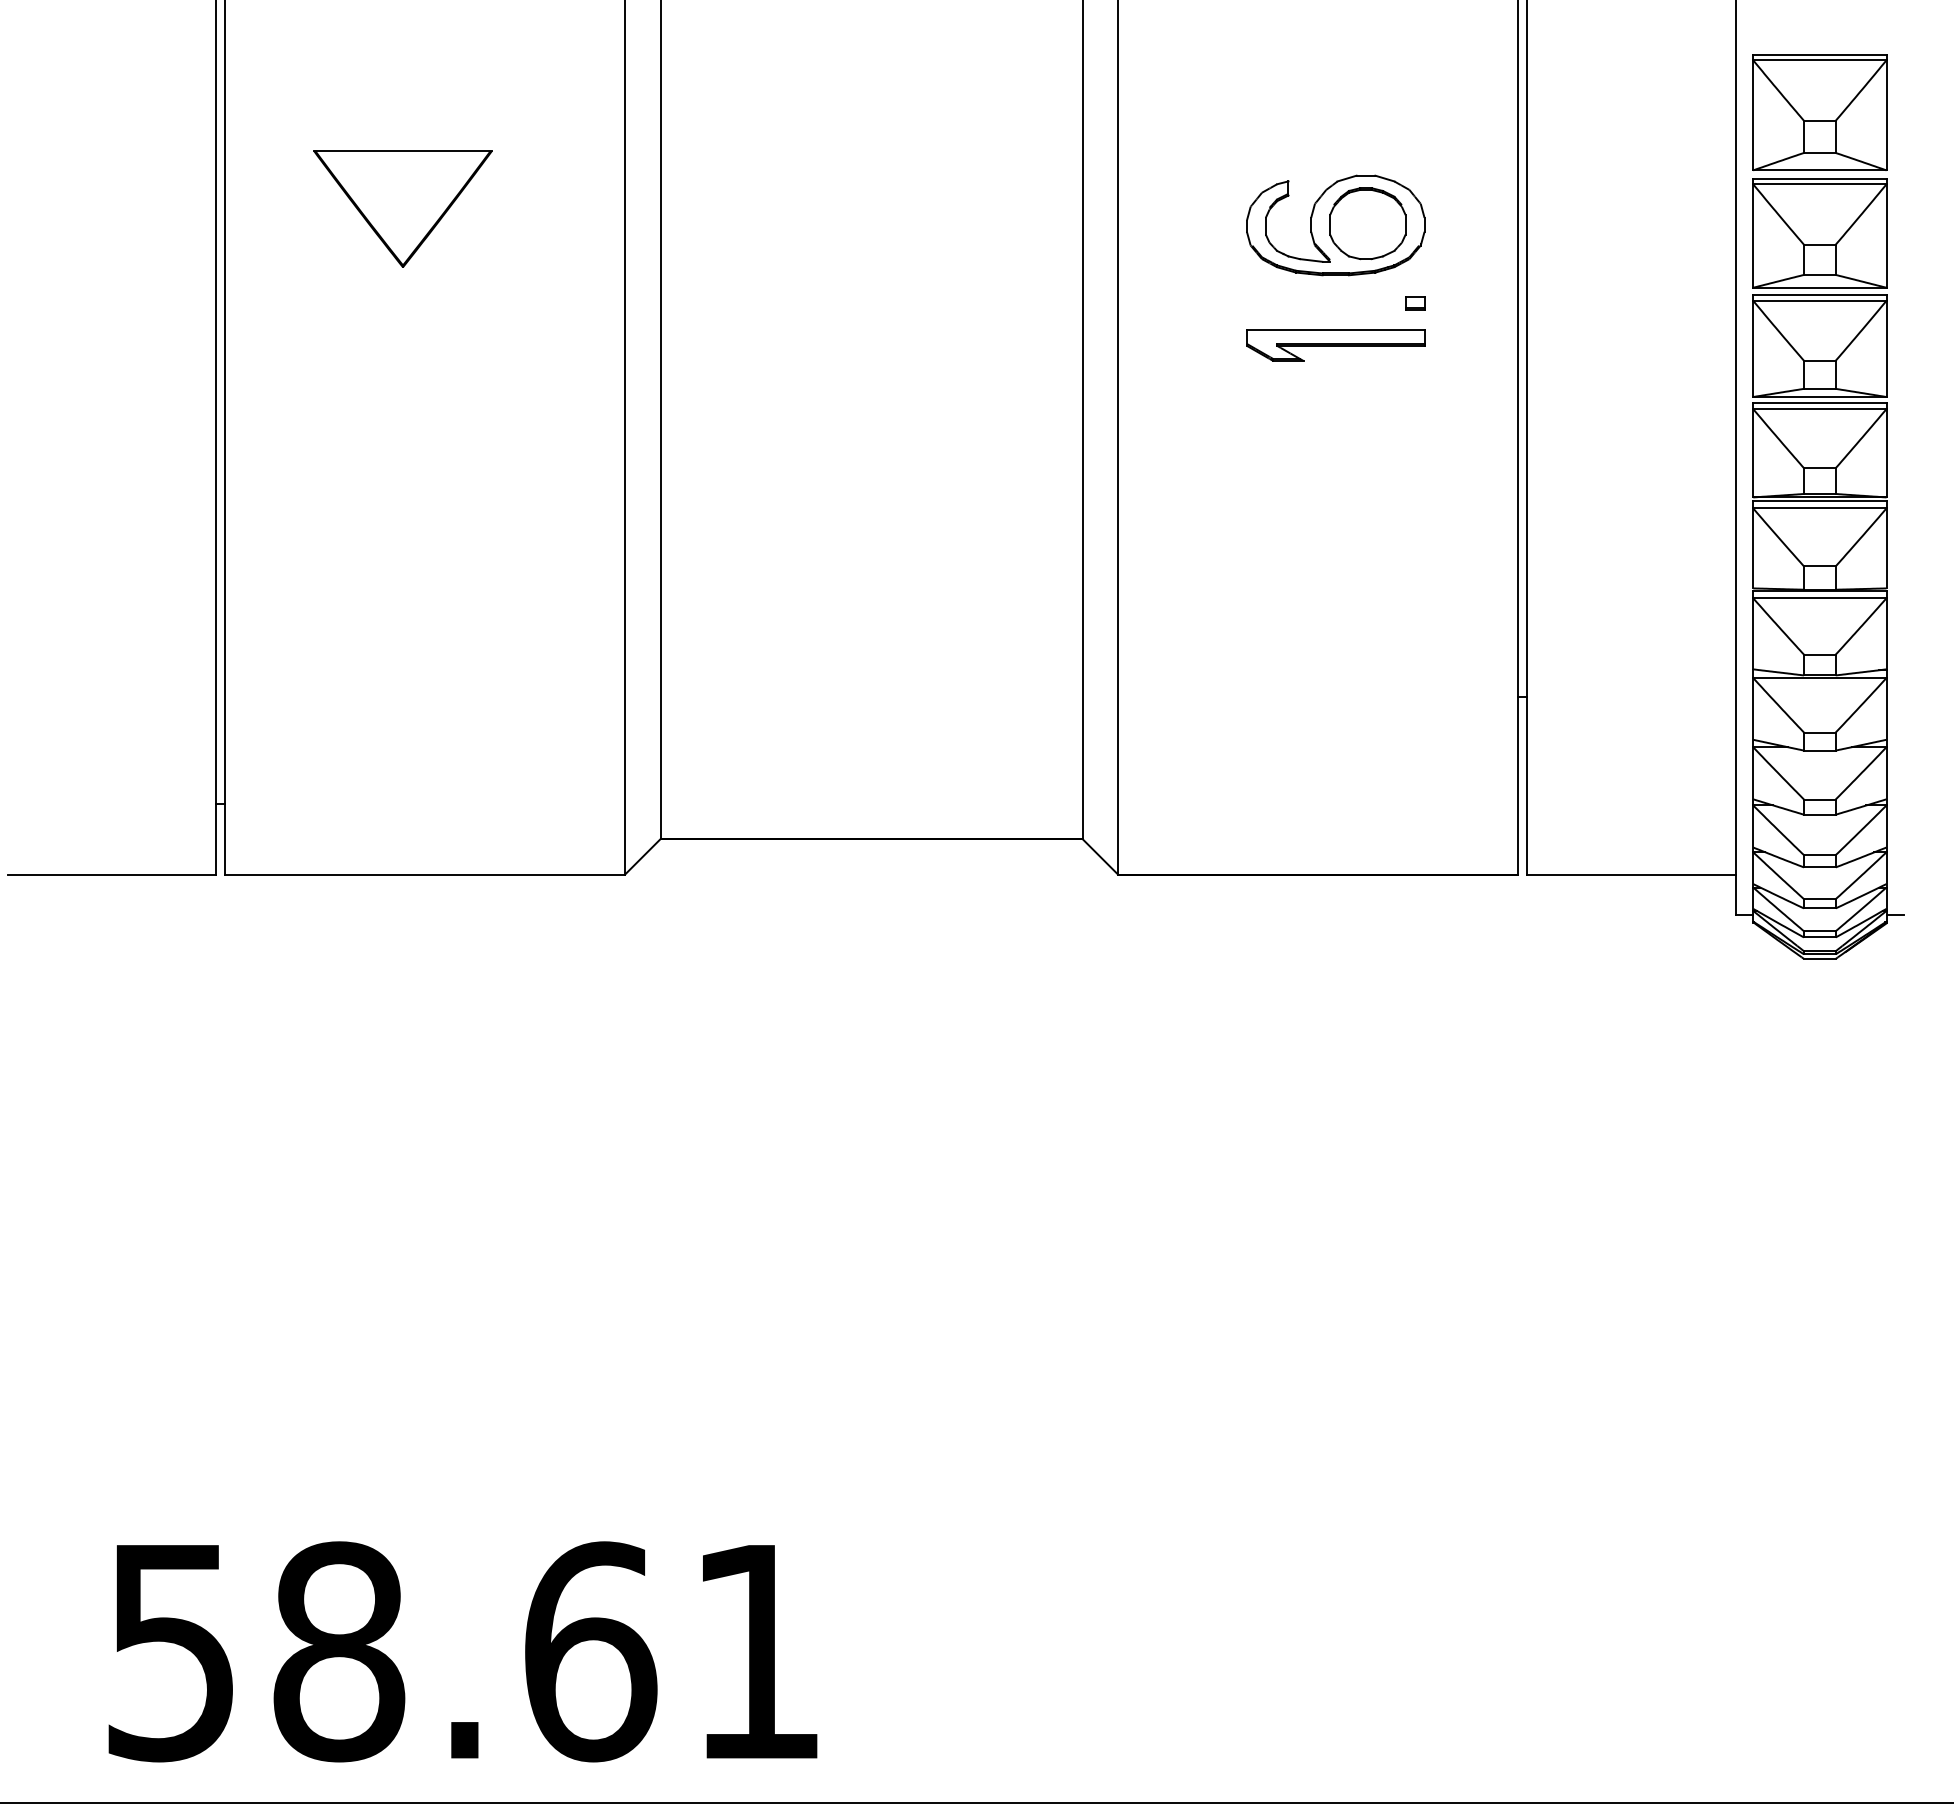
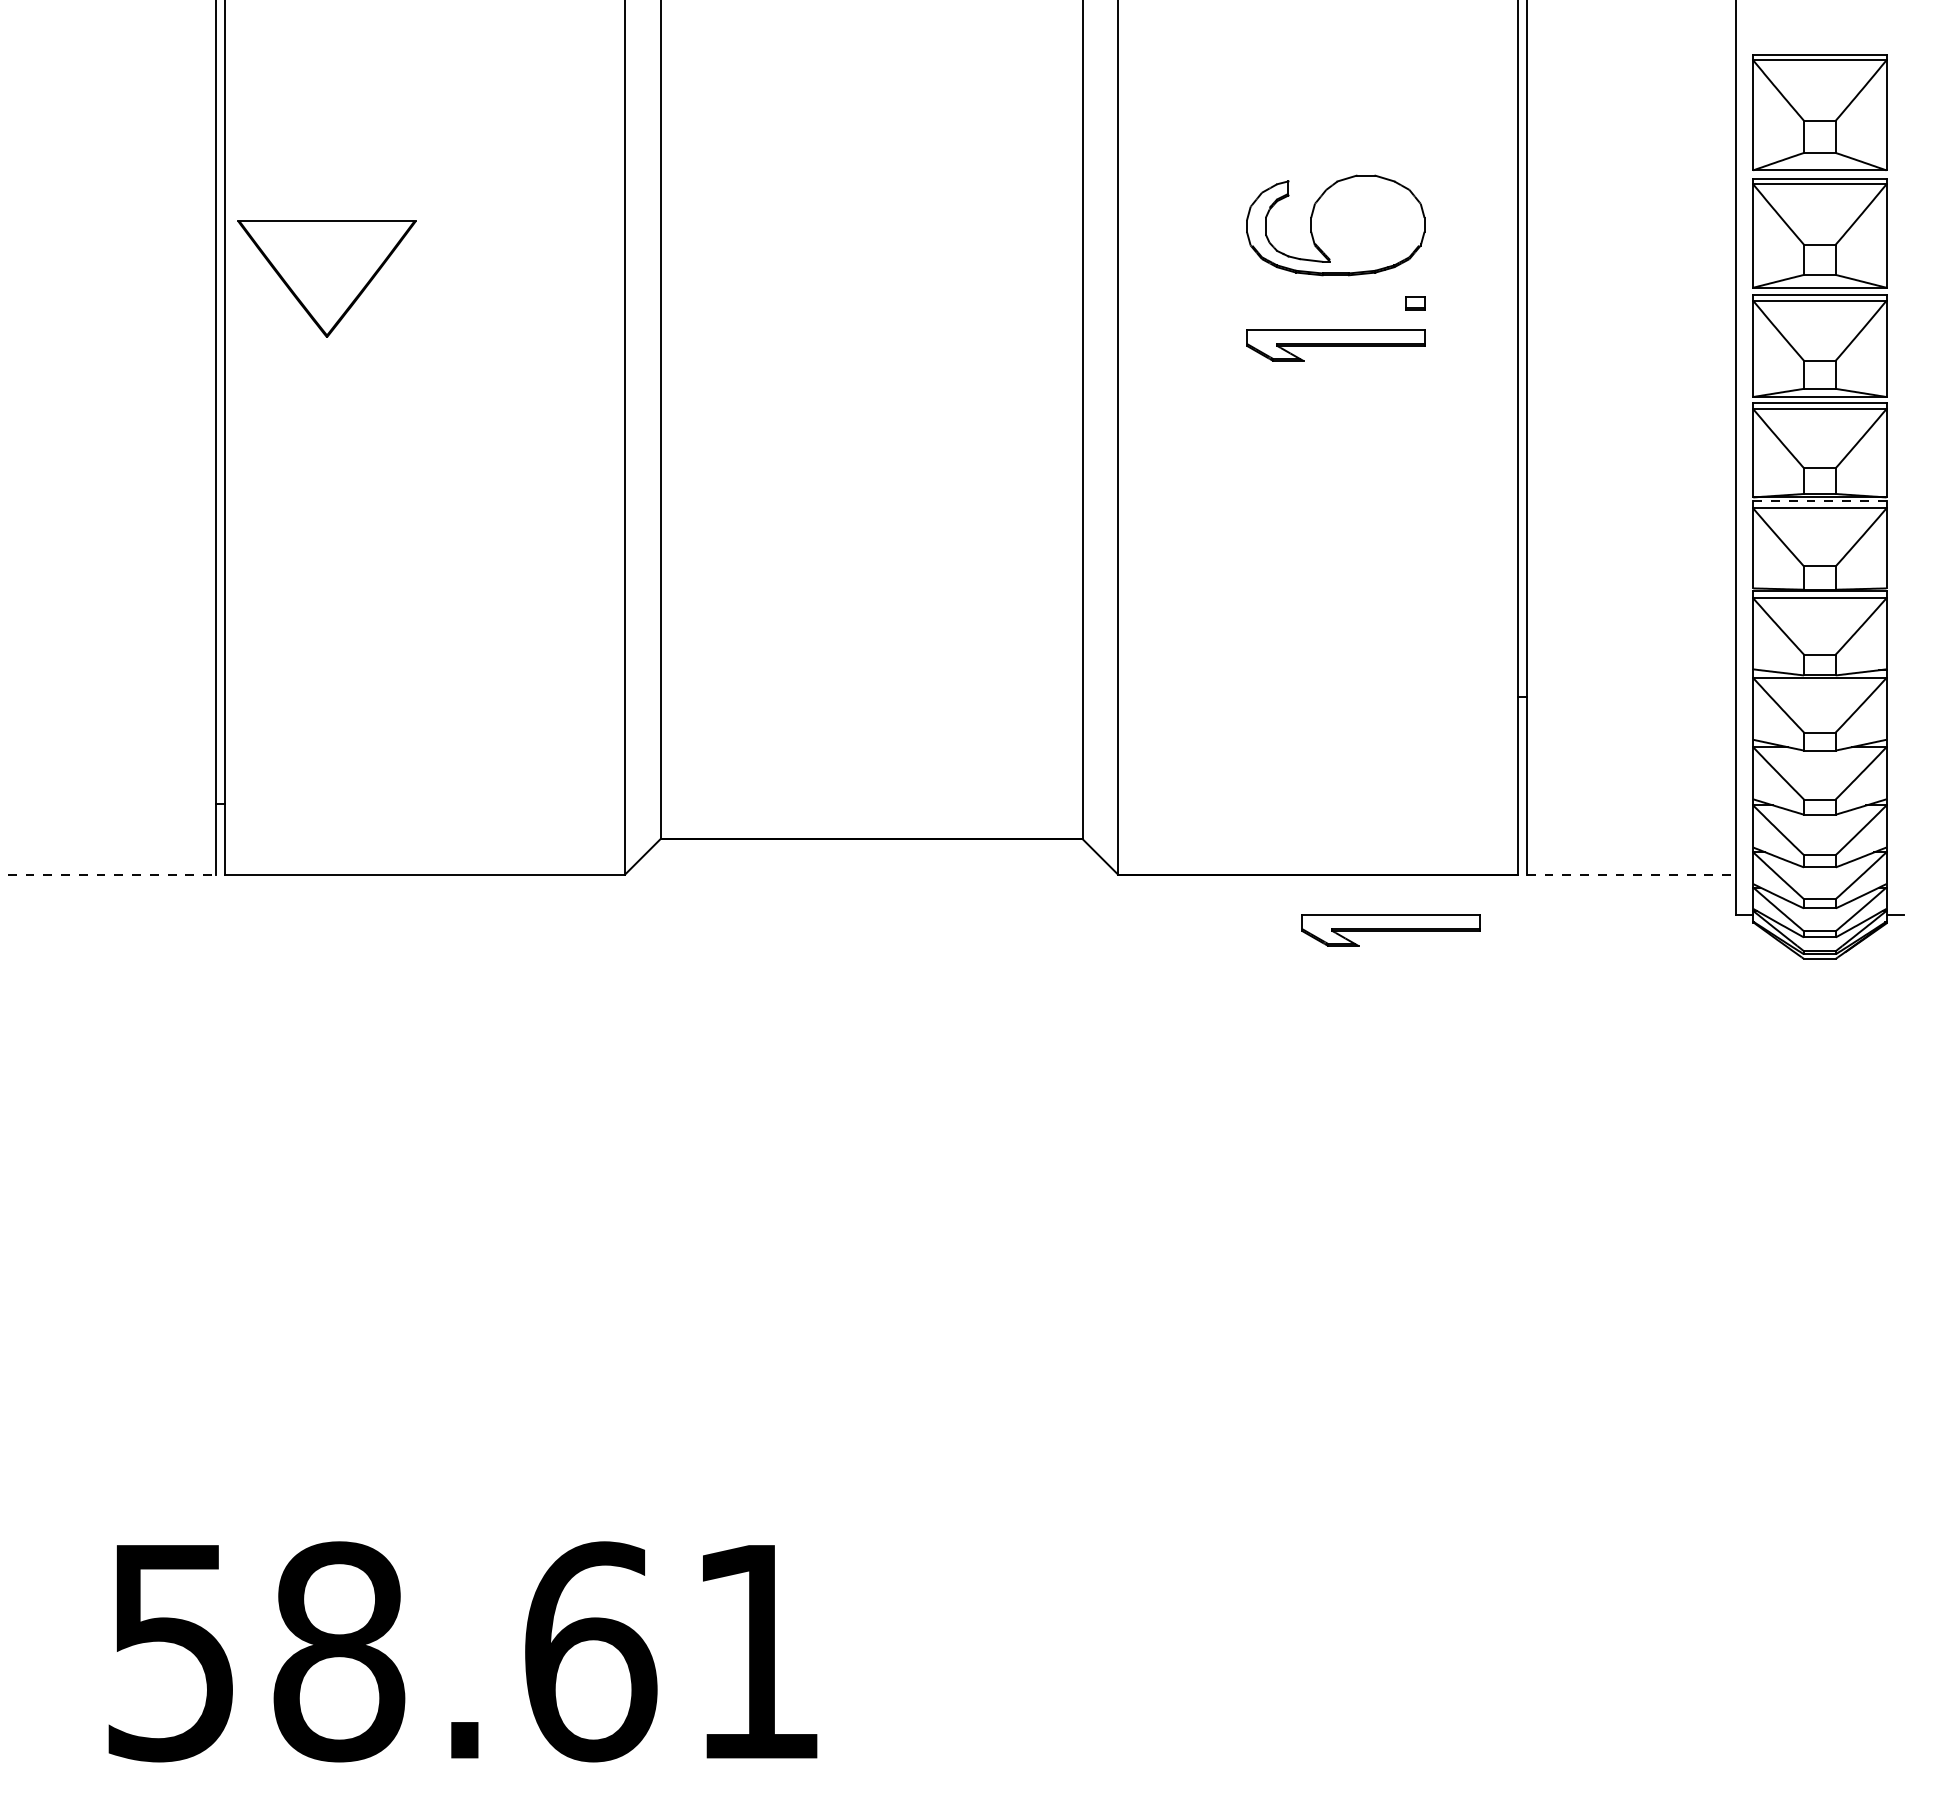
part at (402, 208) position: (402, 208) -> (326, 278)
part at (1367, 223): present -> none
line at (1819, 501): solid -> dashed
line at (112, 874): solid -> dashed
line at (1631, 874): solid -> dashed
part at (1390, 930): none -> present
line at (976, 1802): present -> none
